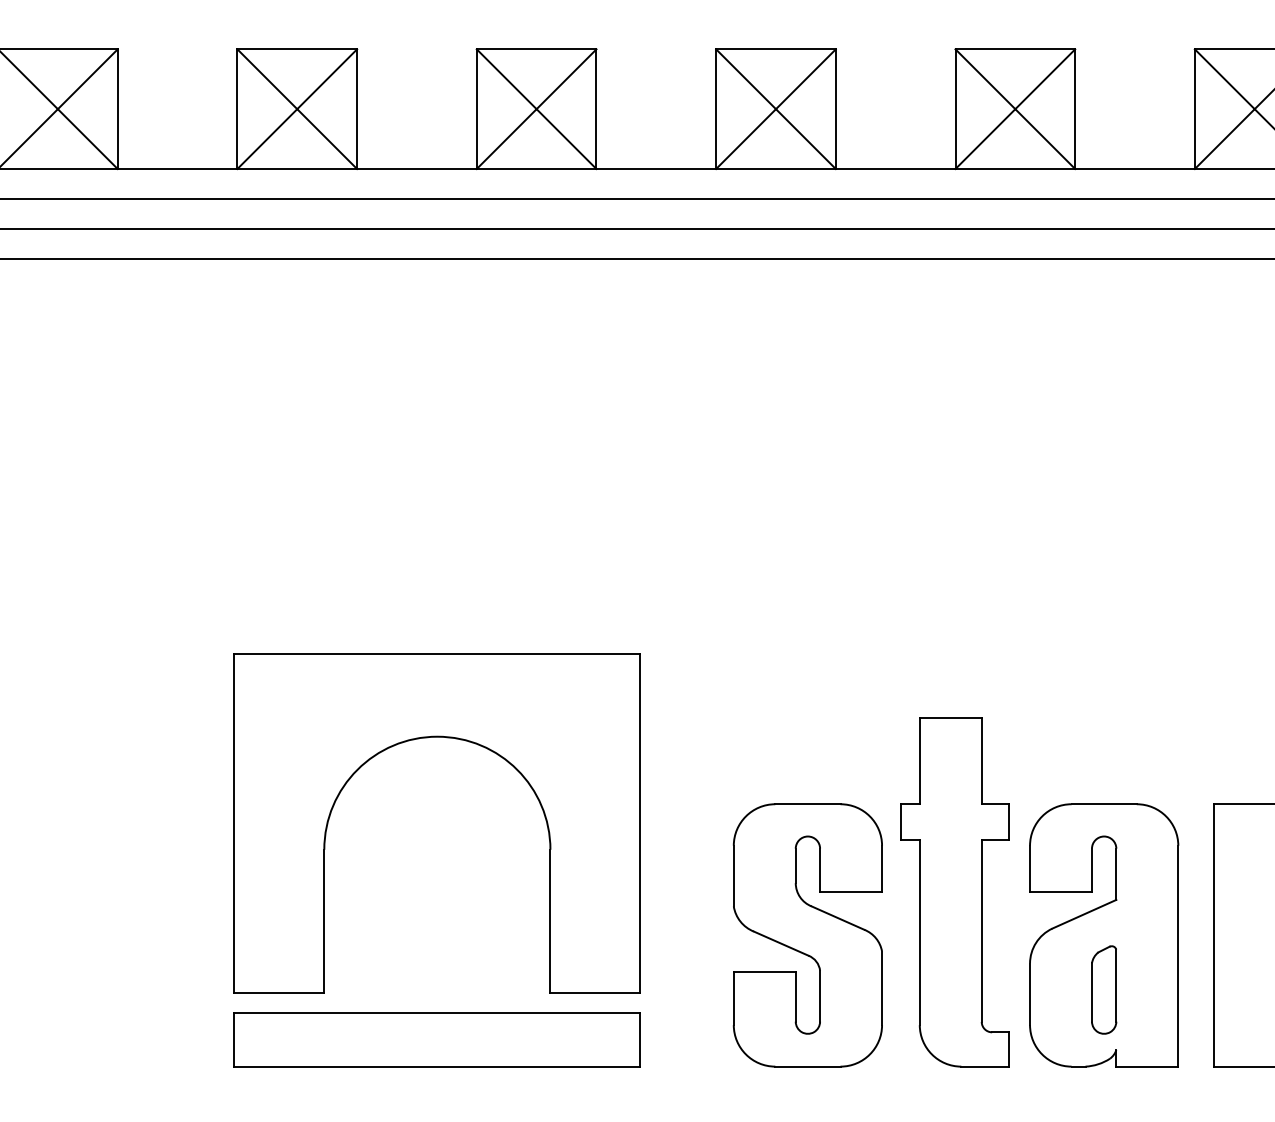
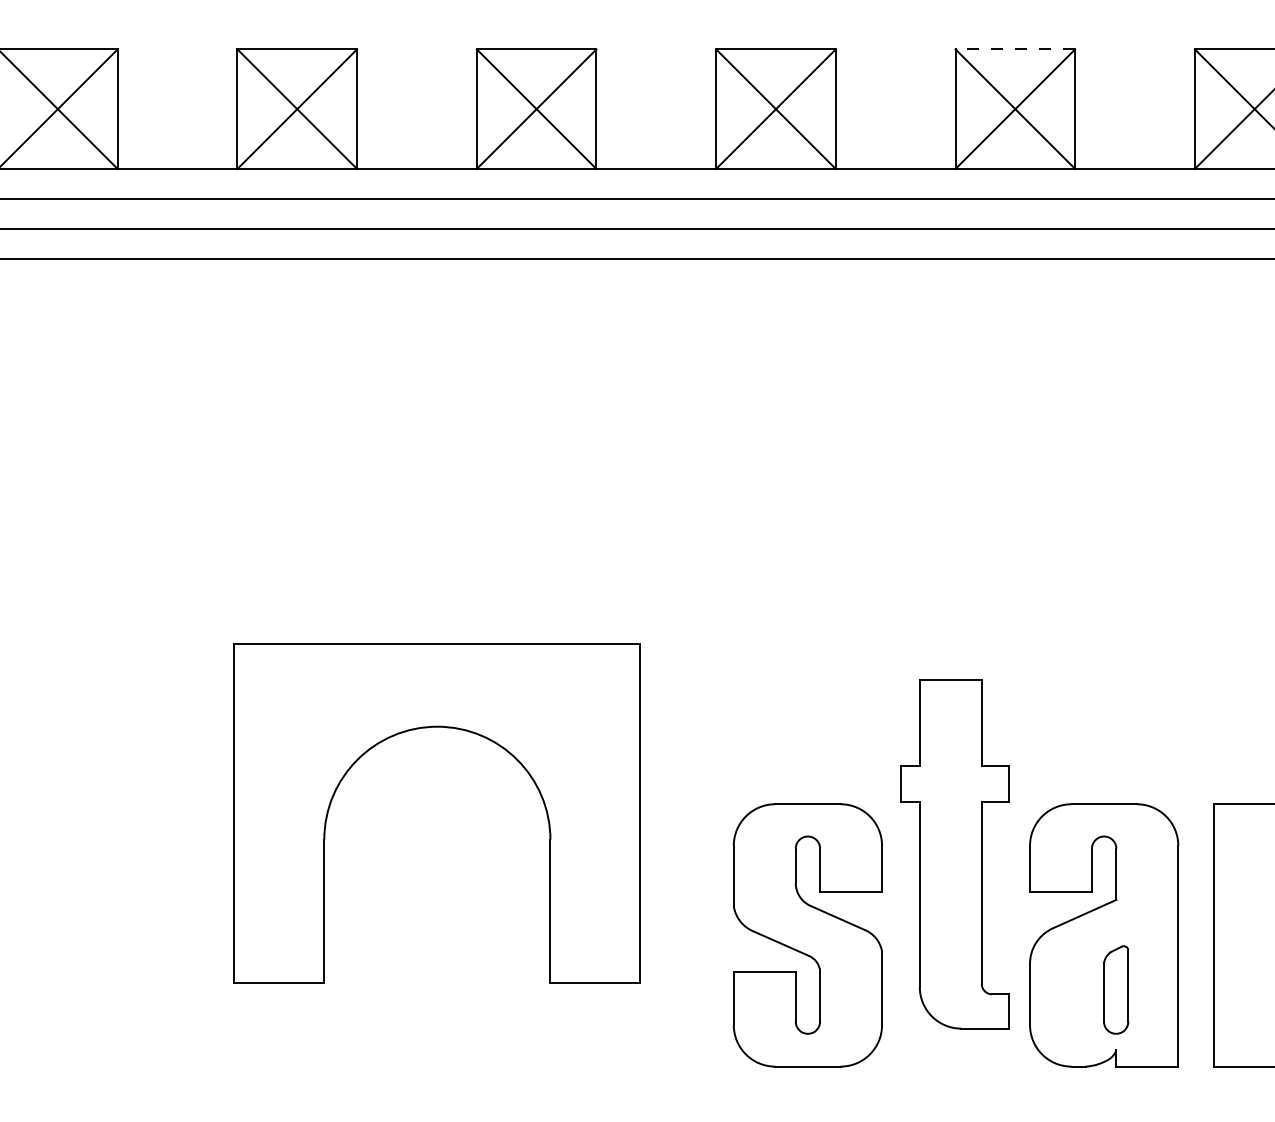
line at (1015, 49): solid -> dashed
part at (427, 738) position: (427, 738) -> (427, 728)
part at (954, 892) position: (954, 892) -> (954, 854)
part at (1104, 989) position: (1104, 989) -> (1116, 989)
part at (436, 1039): present -> none
